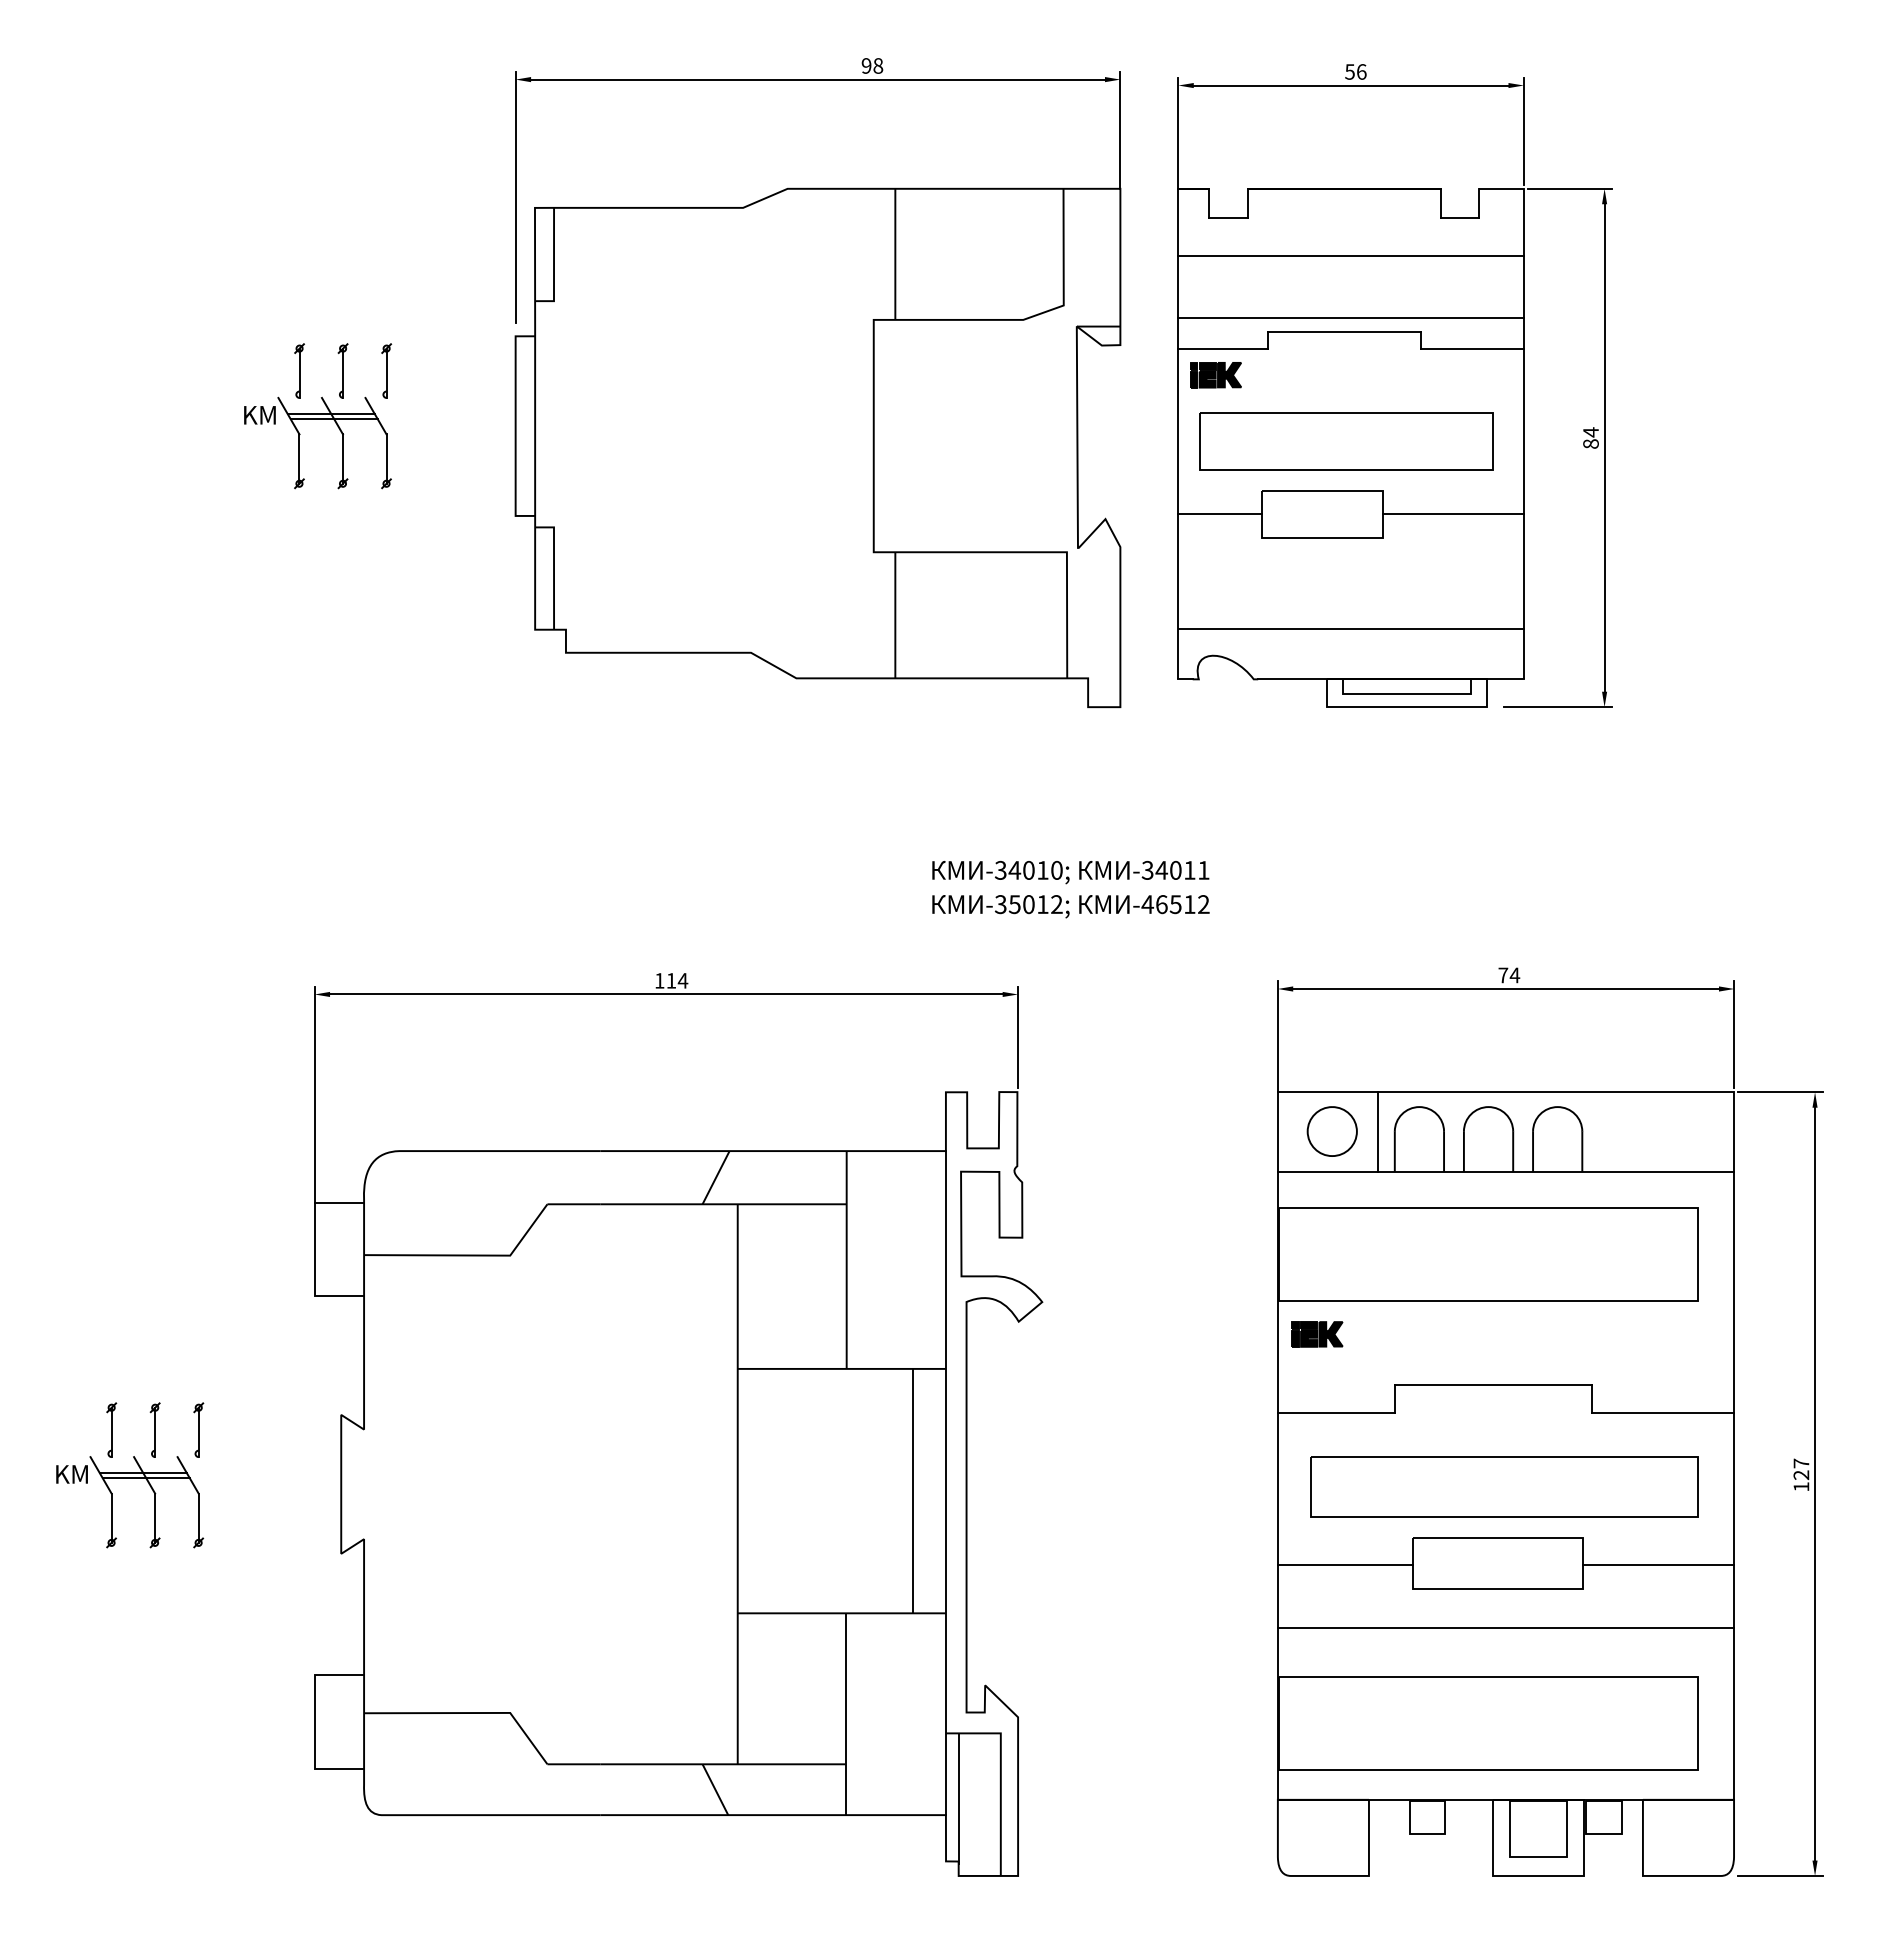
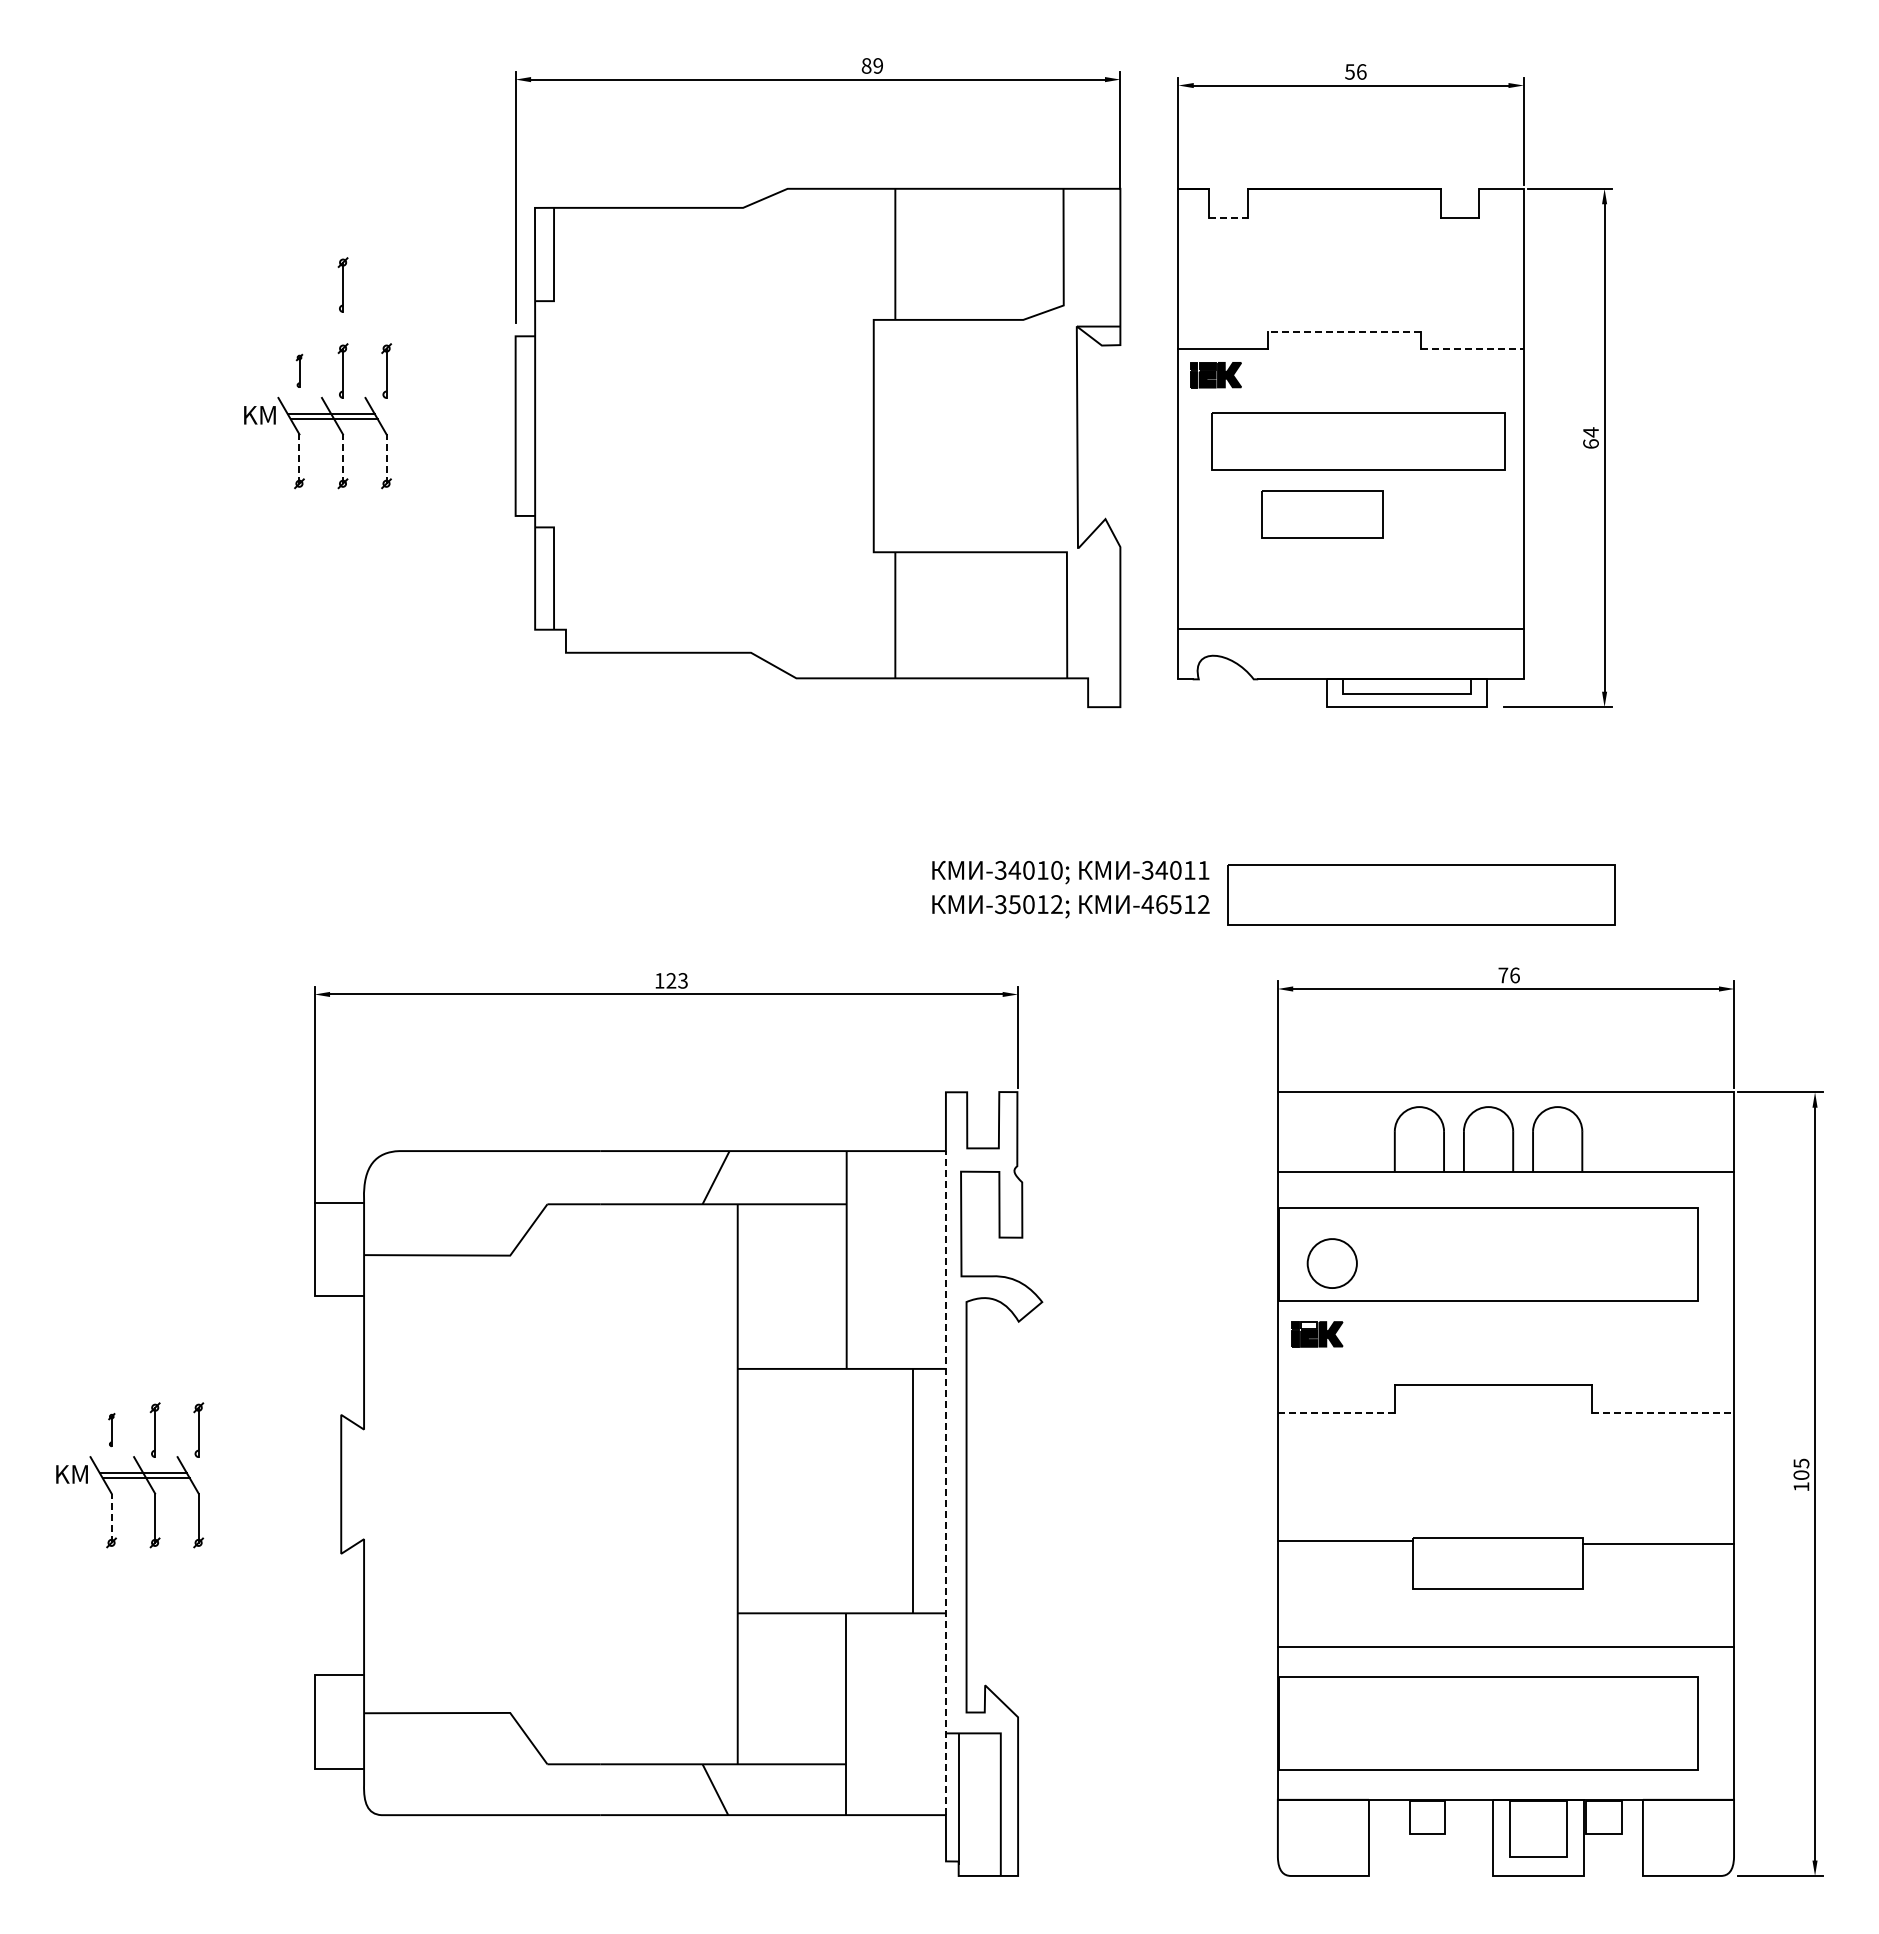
text at (872, 65): 98 -> 89
line at (1228, 218): solid -> dashed
line at (1350, 255): present -> none
part at (342, 284): none -> present
line at (1350, 317): present -> none
line at (1344, 331): solid -> dashed
line at (1472, 348): solid -> dashed
part at (299, 370) size: 11x56 px -> 9x35 px
part at (1346, 441) position: (1346, 441) -> (1358, 441)
text at (1590, 443): 84 -> 64
line at (299, 459): solid -> dashed
line at (342, 459): solid -> dashed
line at (386, 459): solid -> dashed
line at (1220, 514): present -> none
line at (1453, 514): present -> none
text at (1514, 975): 74 -> 76
text at (677, 980): 114 -> 123
part at (1331, 1131) position: (1331, 1131) -> (1331, 1263)
line at (1377, 1132): present -> none
fill at (1309, 1325): present -> none
line at (1336, 1412): solid -> dashed
line at (1663, 1412): solid -> dashed
part at (111, 1429) size: 12x56 px -> 8x35 px
text at (1801, 1469): 127 -> 105
line at (945, 1482): solid -> dashed
part at (1504, 1486) position: (1504, 1486) -> (1421, 894)
line at (111, 1518): solid -> dashed
line at (1345, 1564) position: (1345, 1564) -> (1345, 1540)
line at (1658, 1564) position: (1658, 1564) -> (1658, 1543)
line at (1505, 1627) position: (1505, 1627) -> (1505, 1646)
